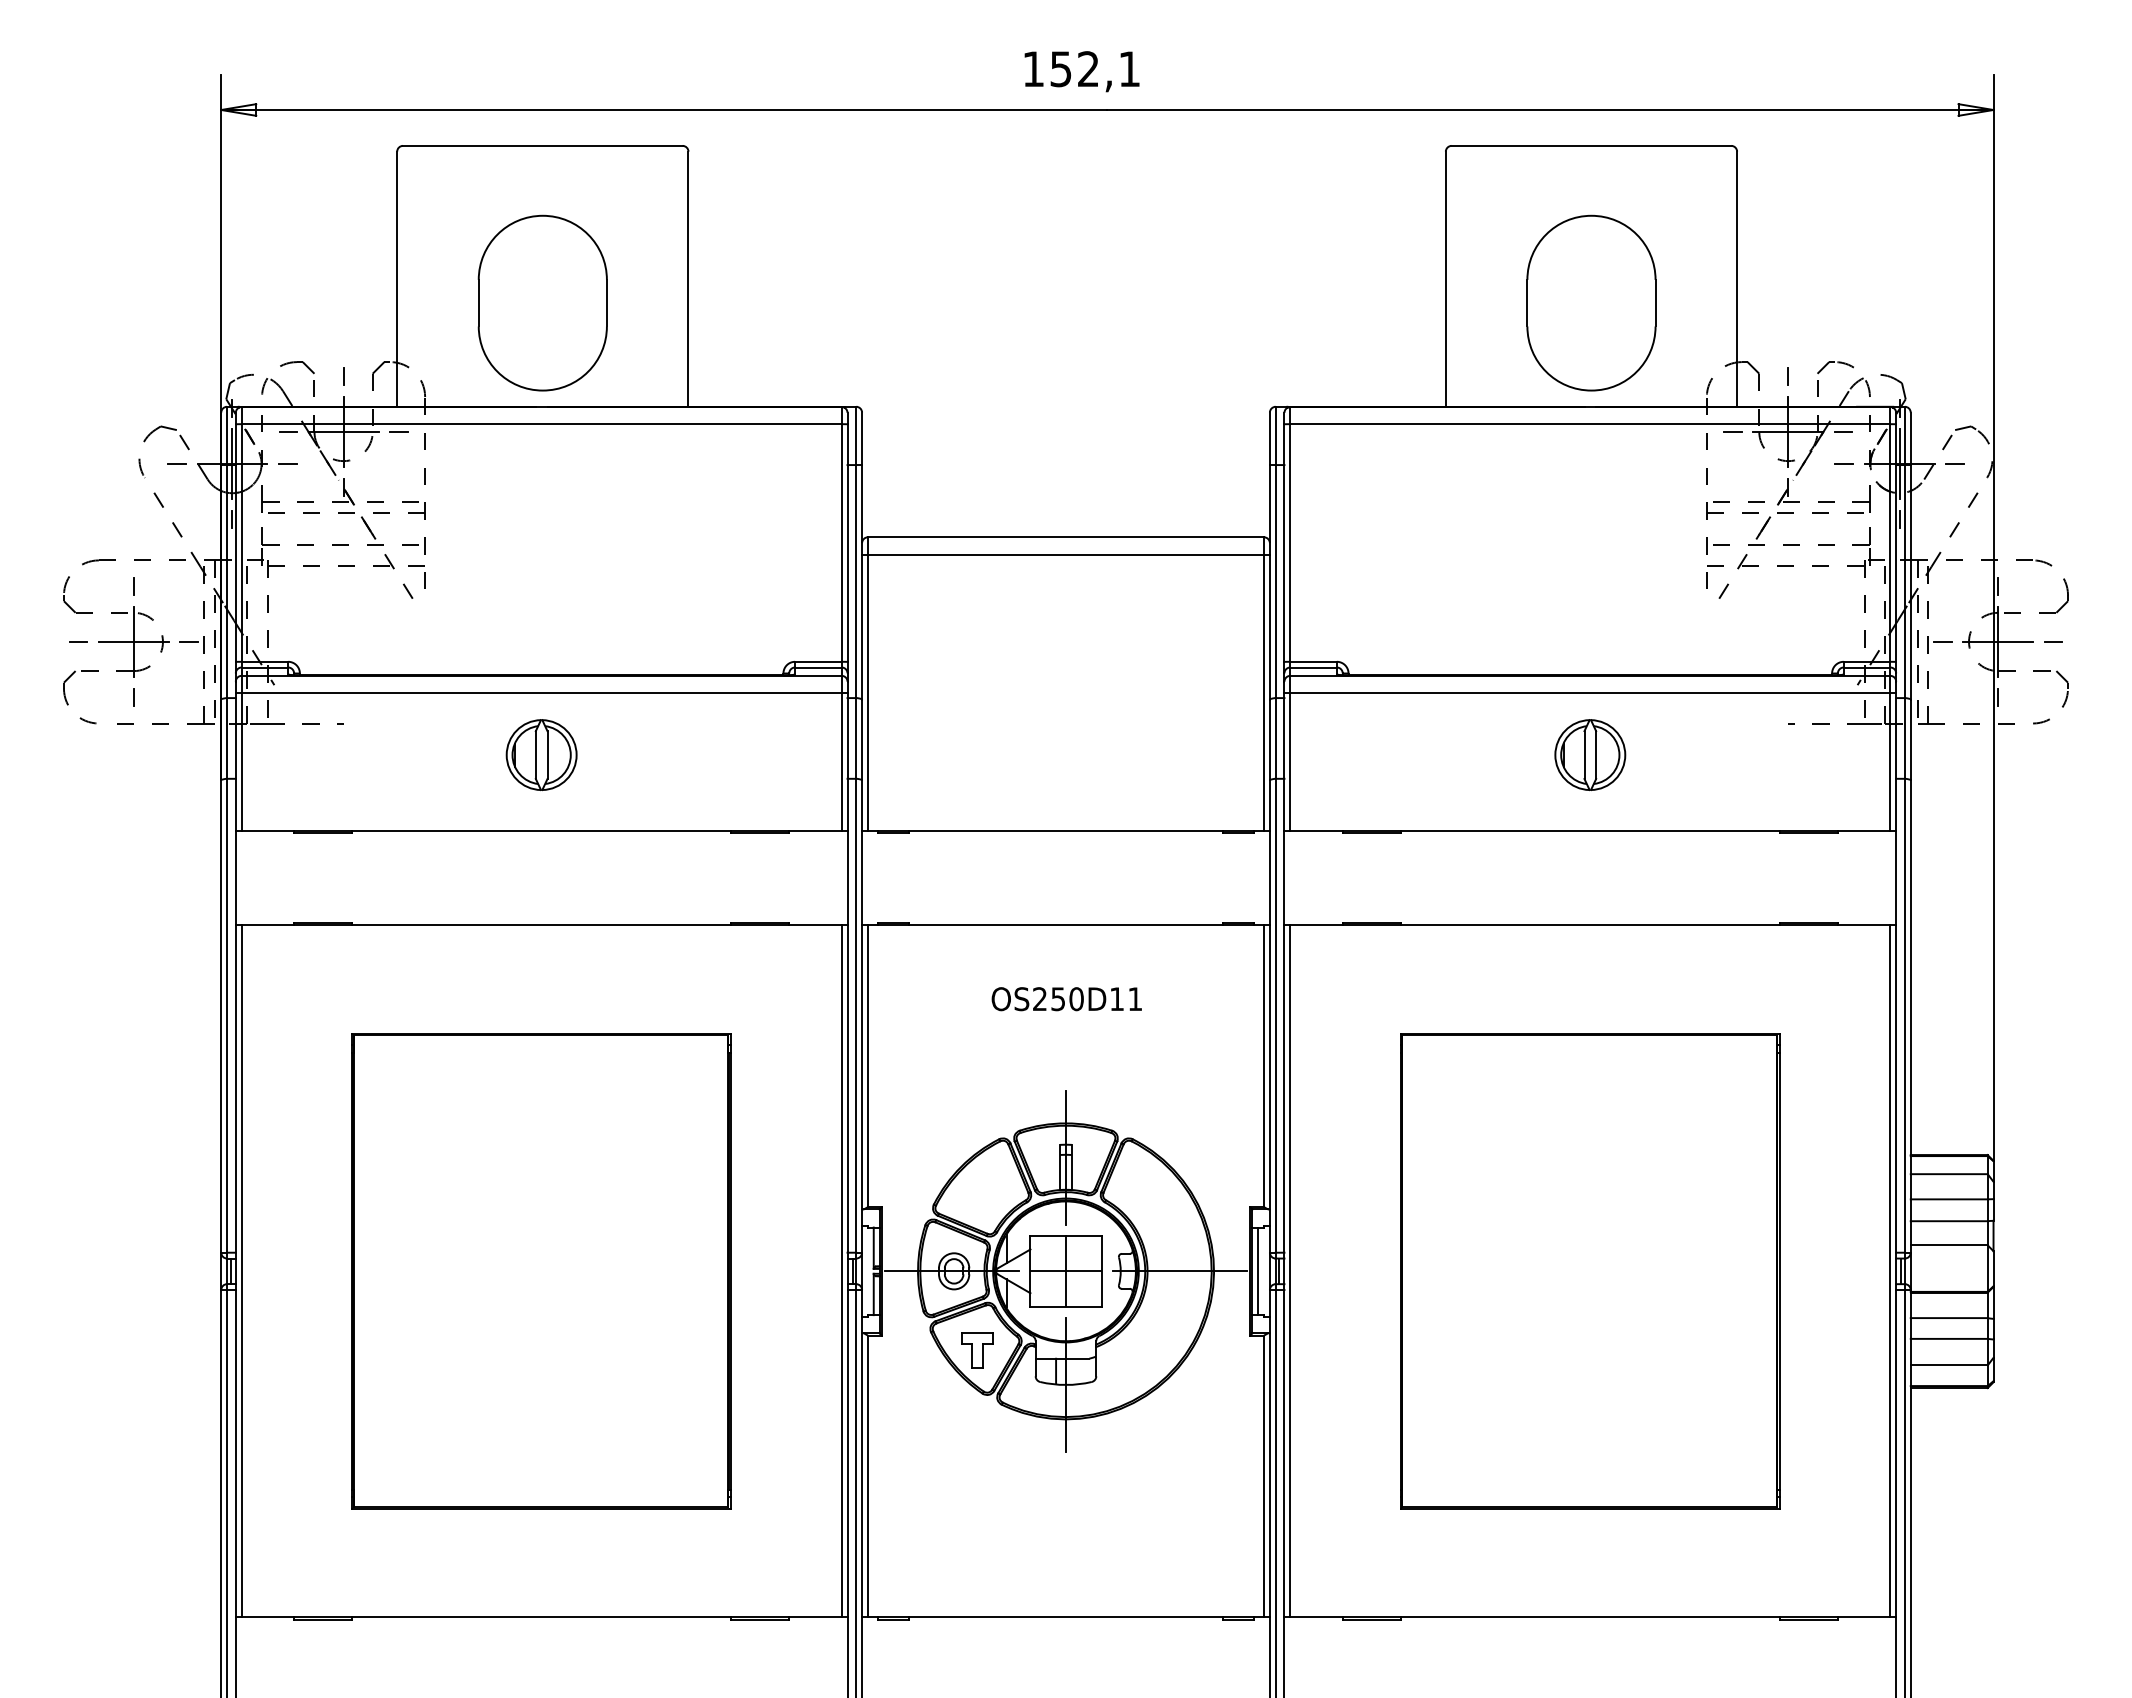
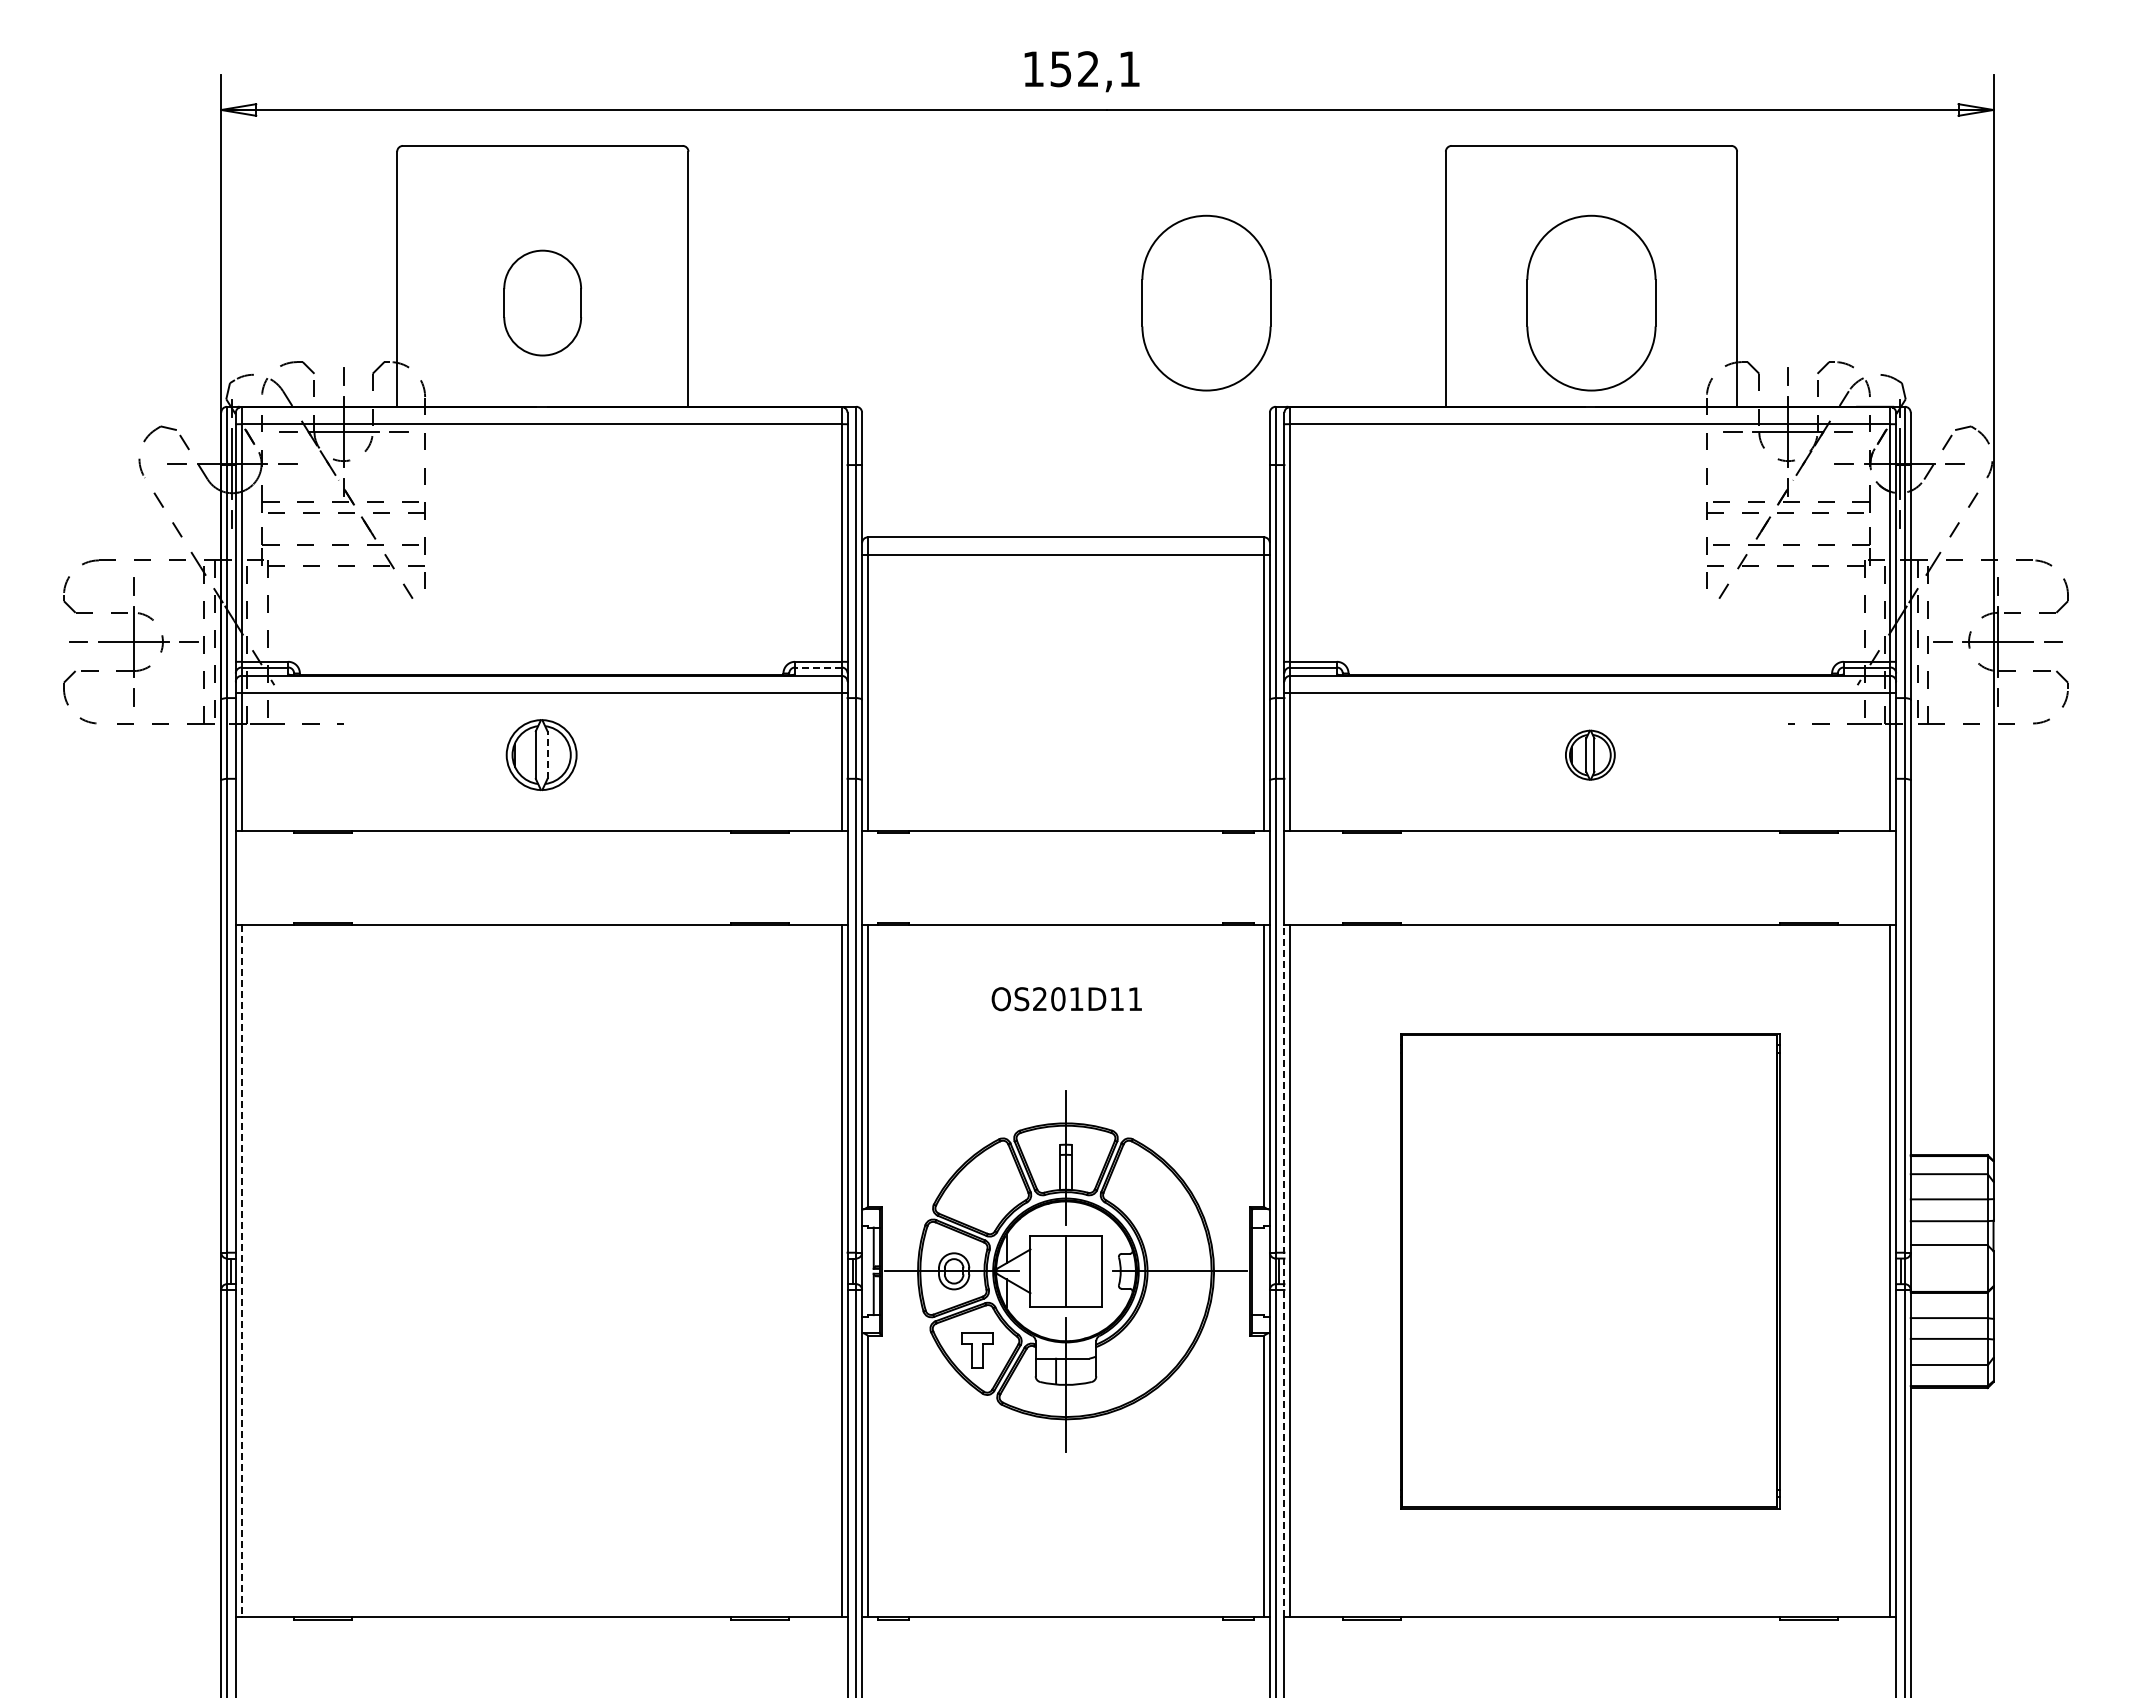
part at (542, 302) size: 131x178 px -> 79x108 px
part at (1206, 302): none -> present
line at (817, 667): solid -> dashed
line at (547, 755): solid -> dashed
part at (1590, 755) size: 73x73 px -> 51x52 px
text at (1067, 999): OS250D11 -> OS201D11
line at (1284, 1270): solid -> dashed
line at (241, 1271): solid -> dashed
part at (541, 1271): present -> none
line at (1065, 1271): present -> none
line at (1258, 1271): present -> none
